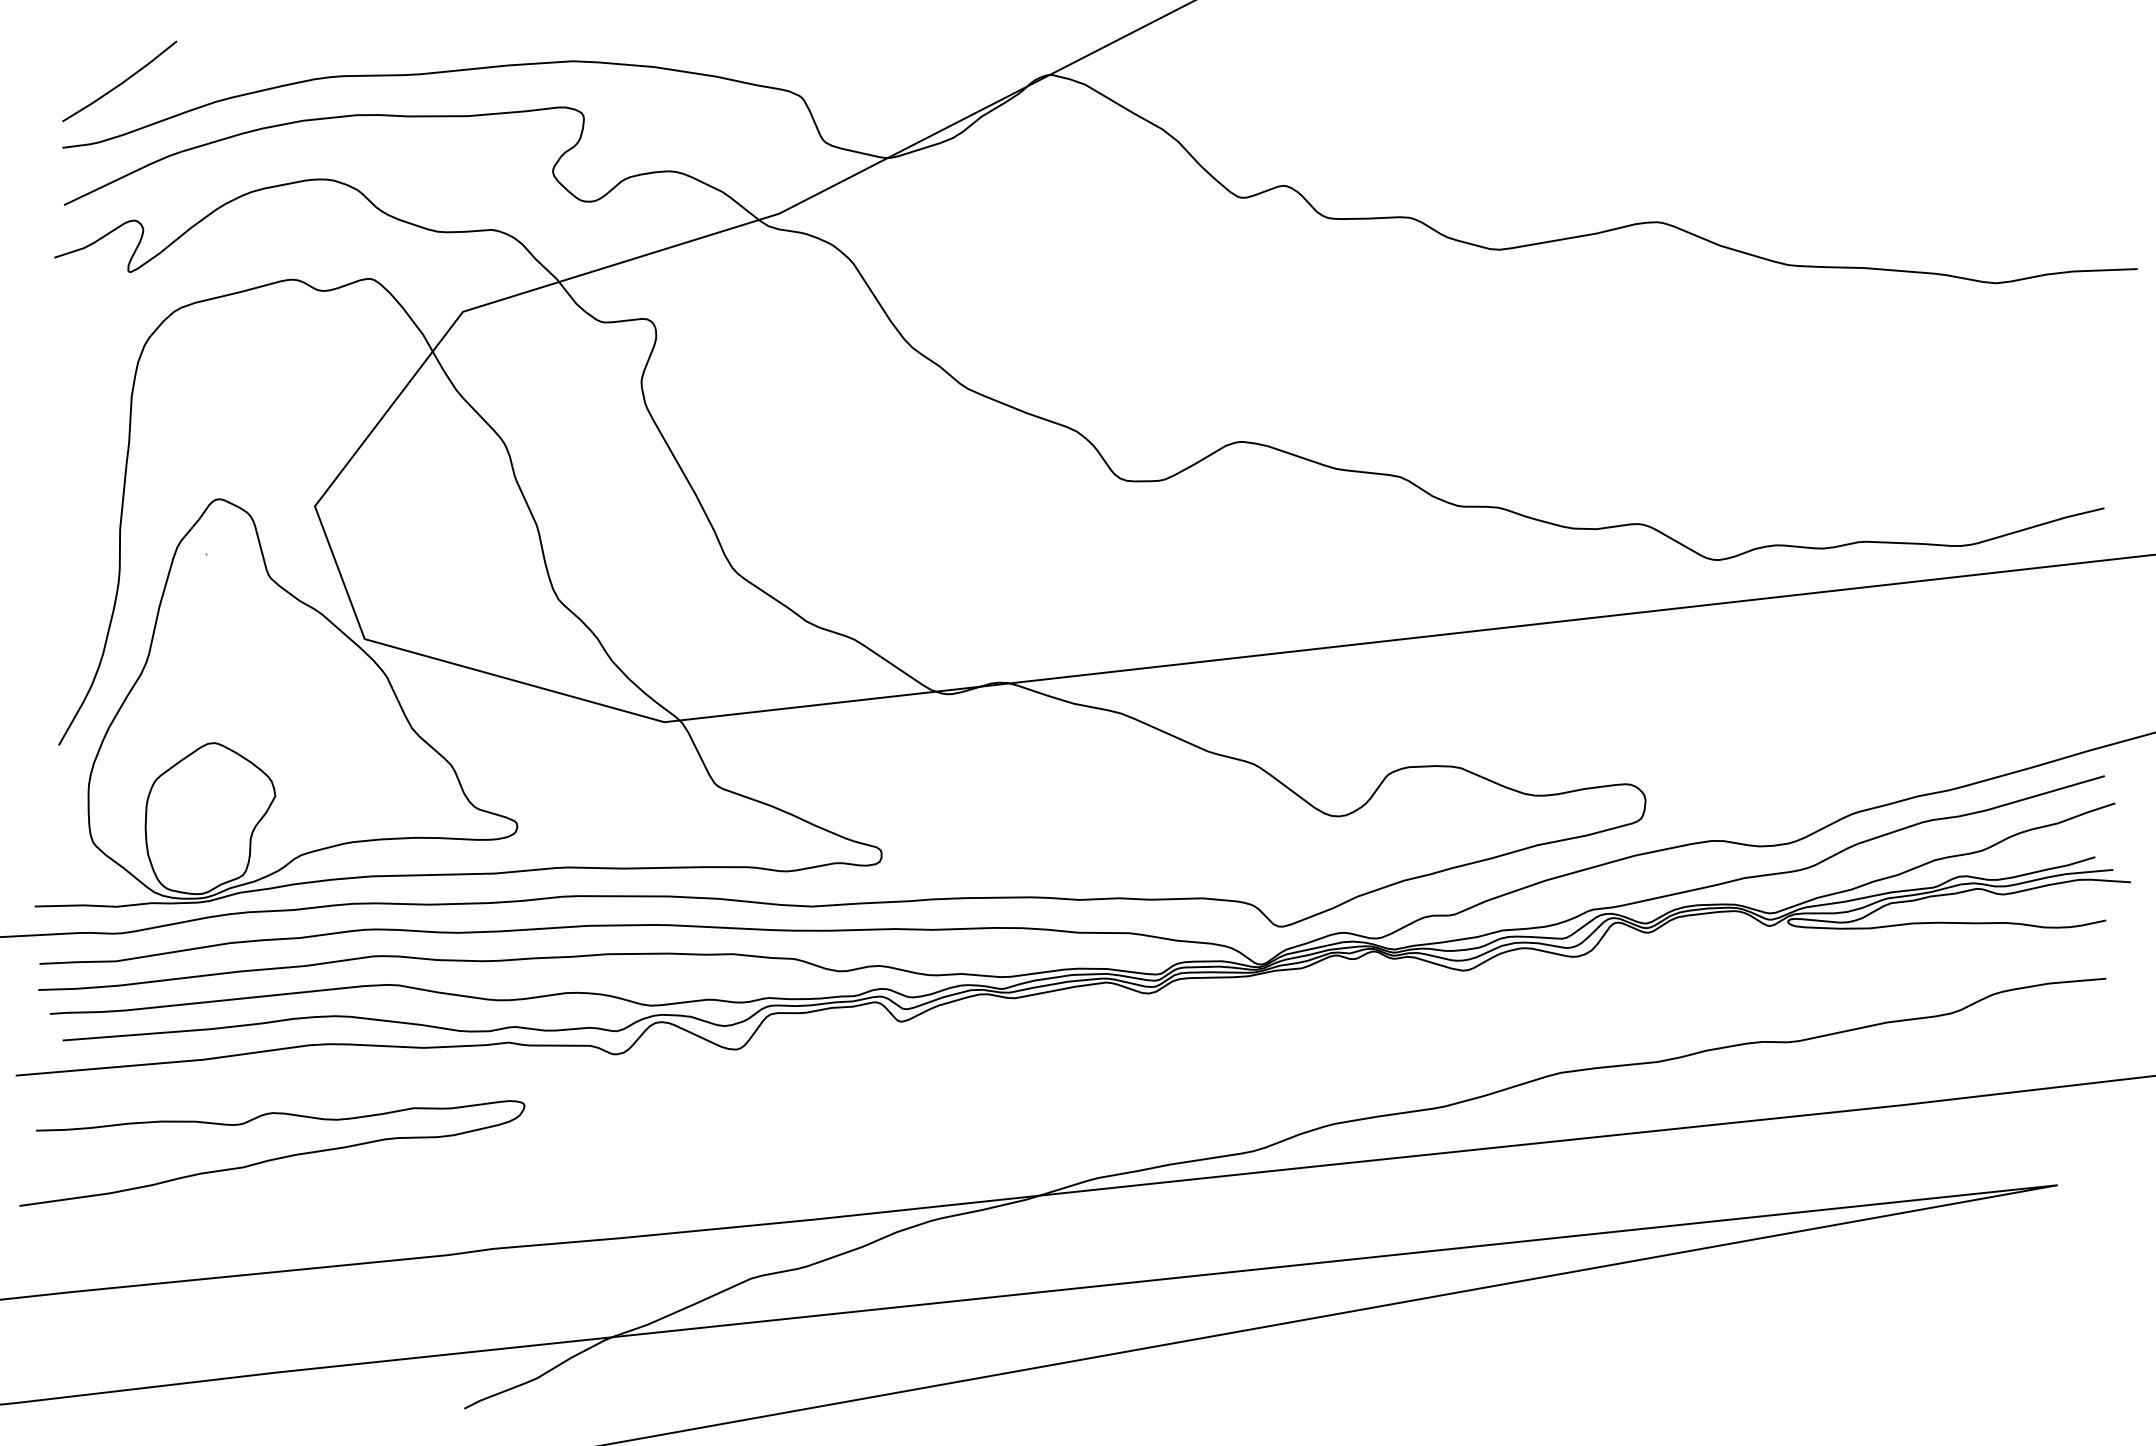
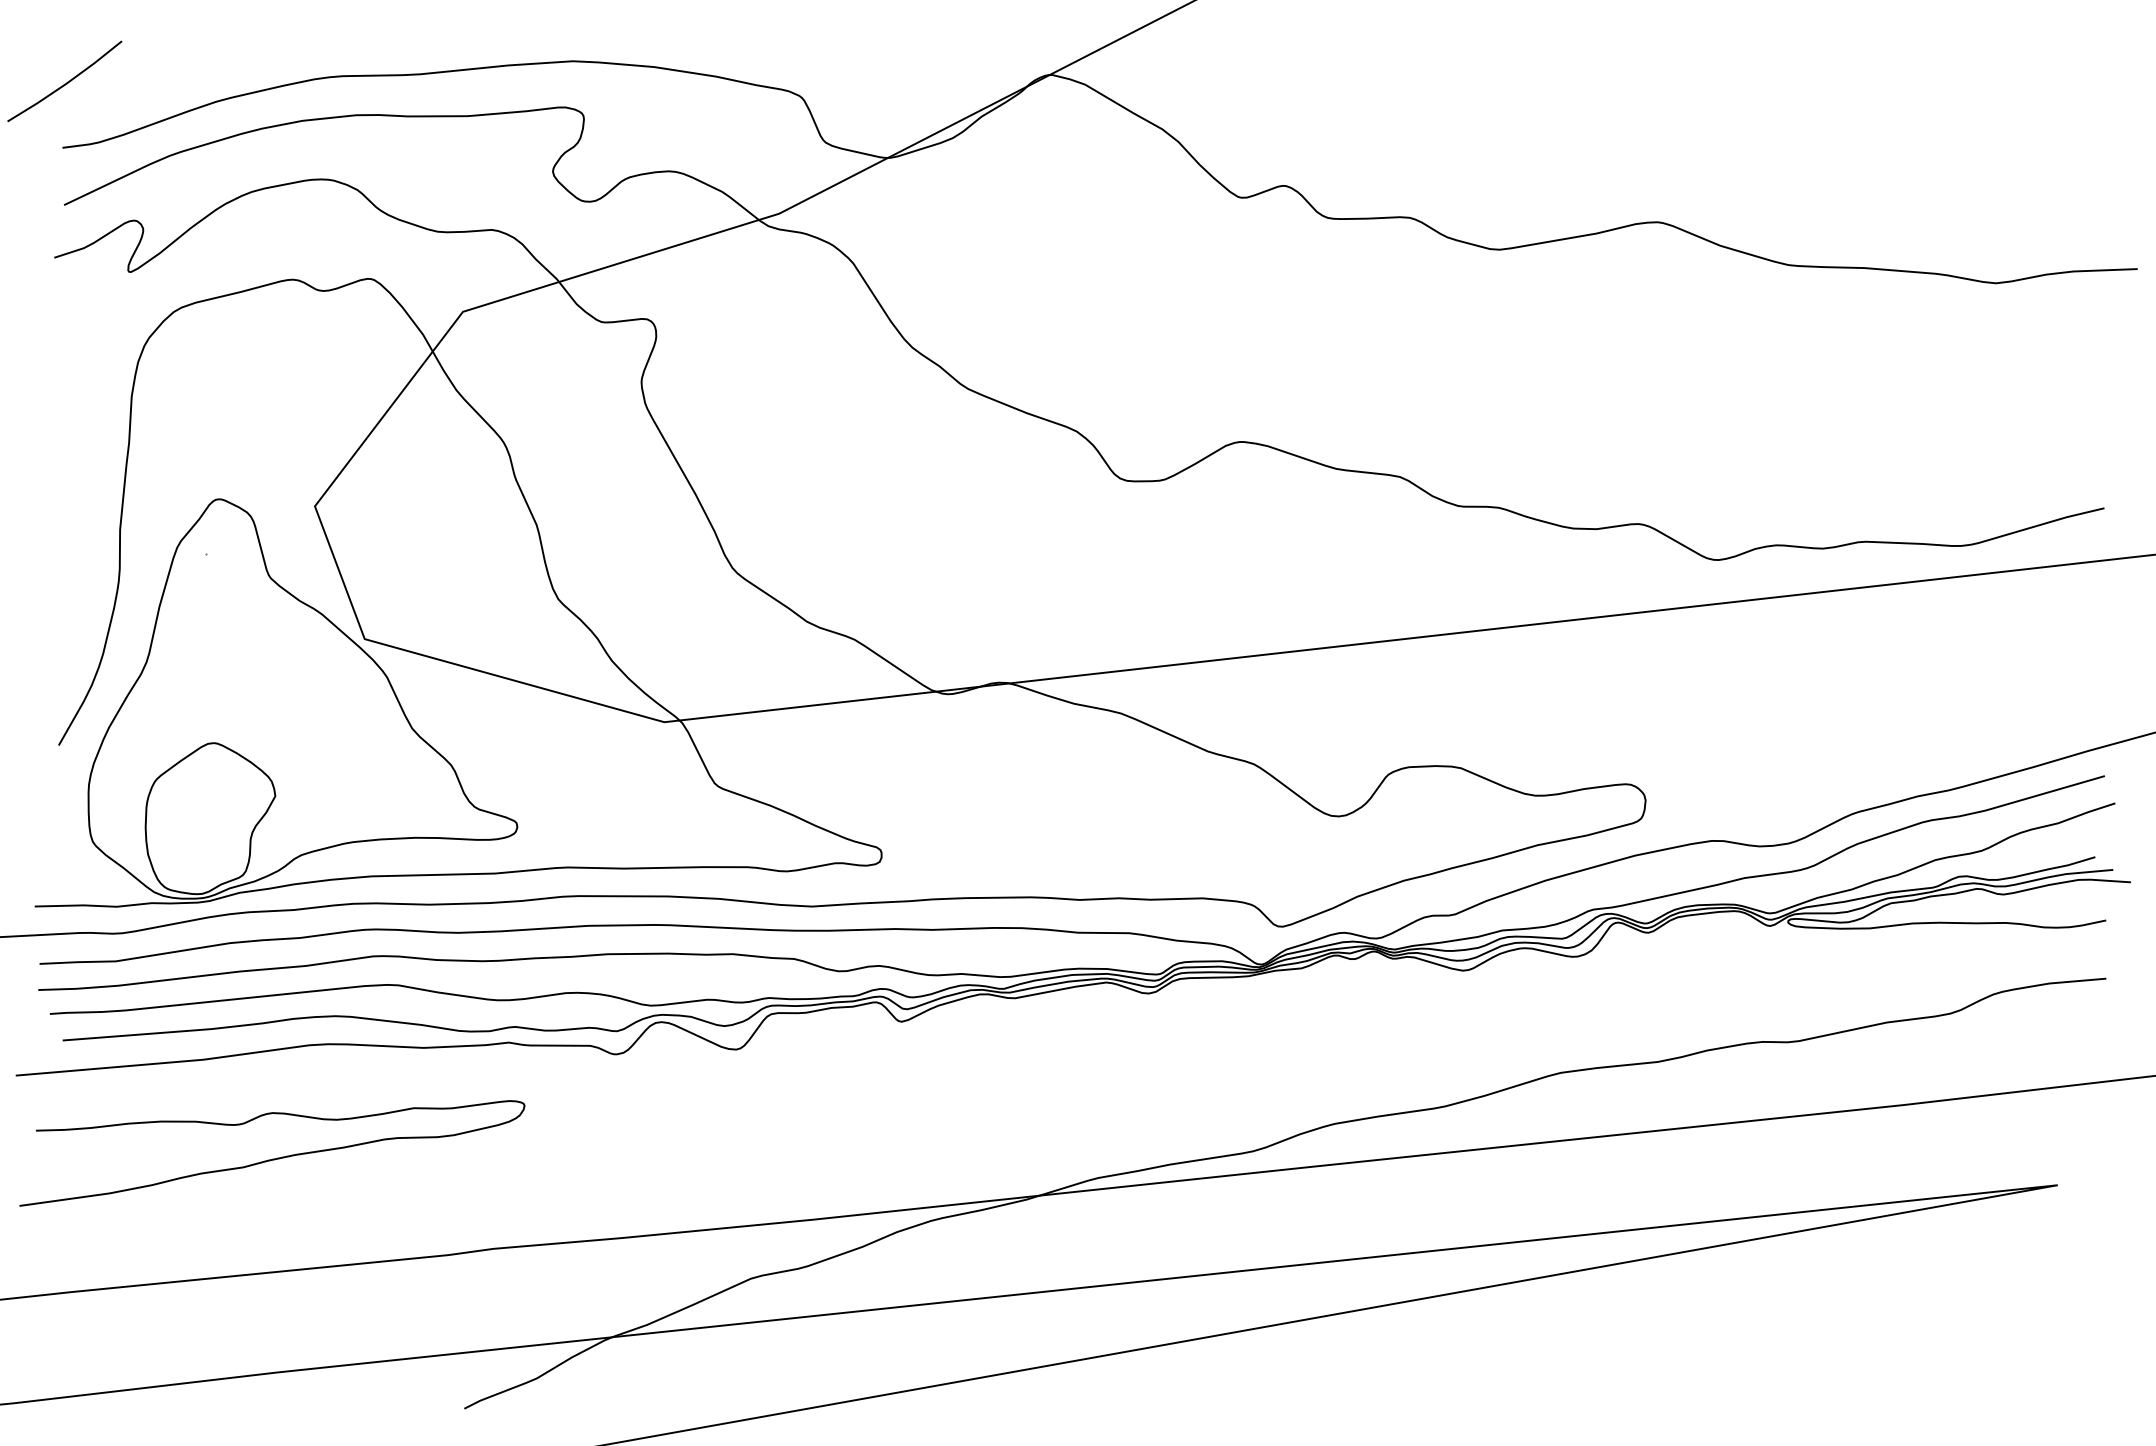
line at (119, 83) position: (119, 83) -> (64, 83)
